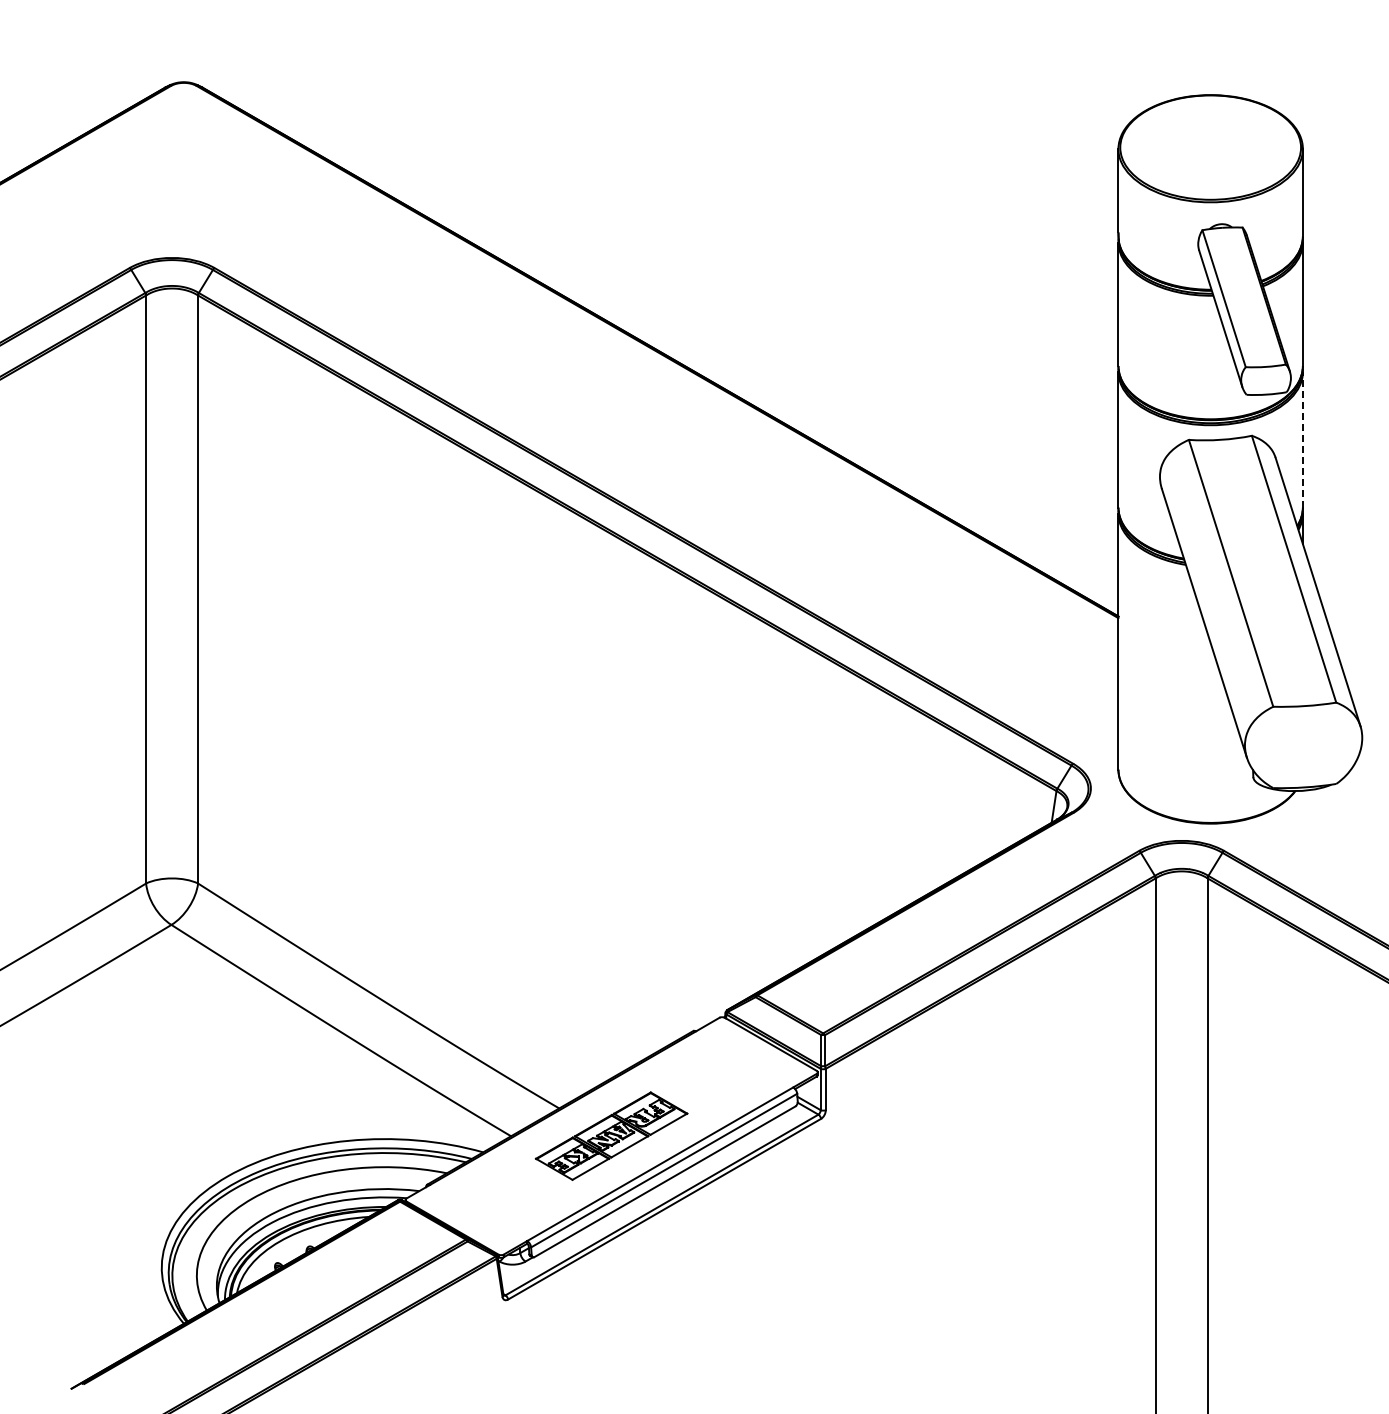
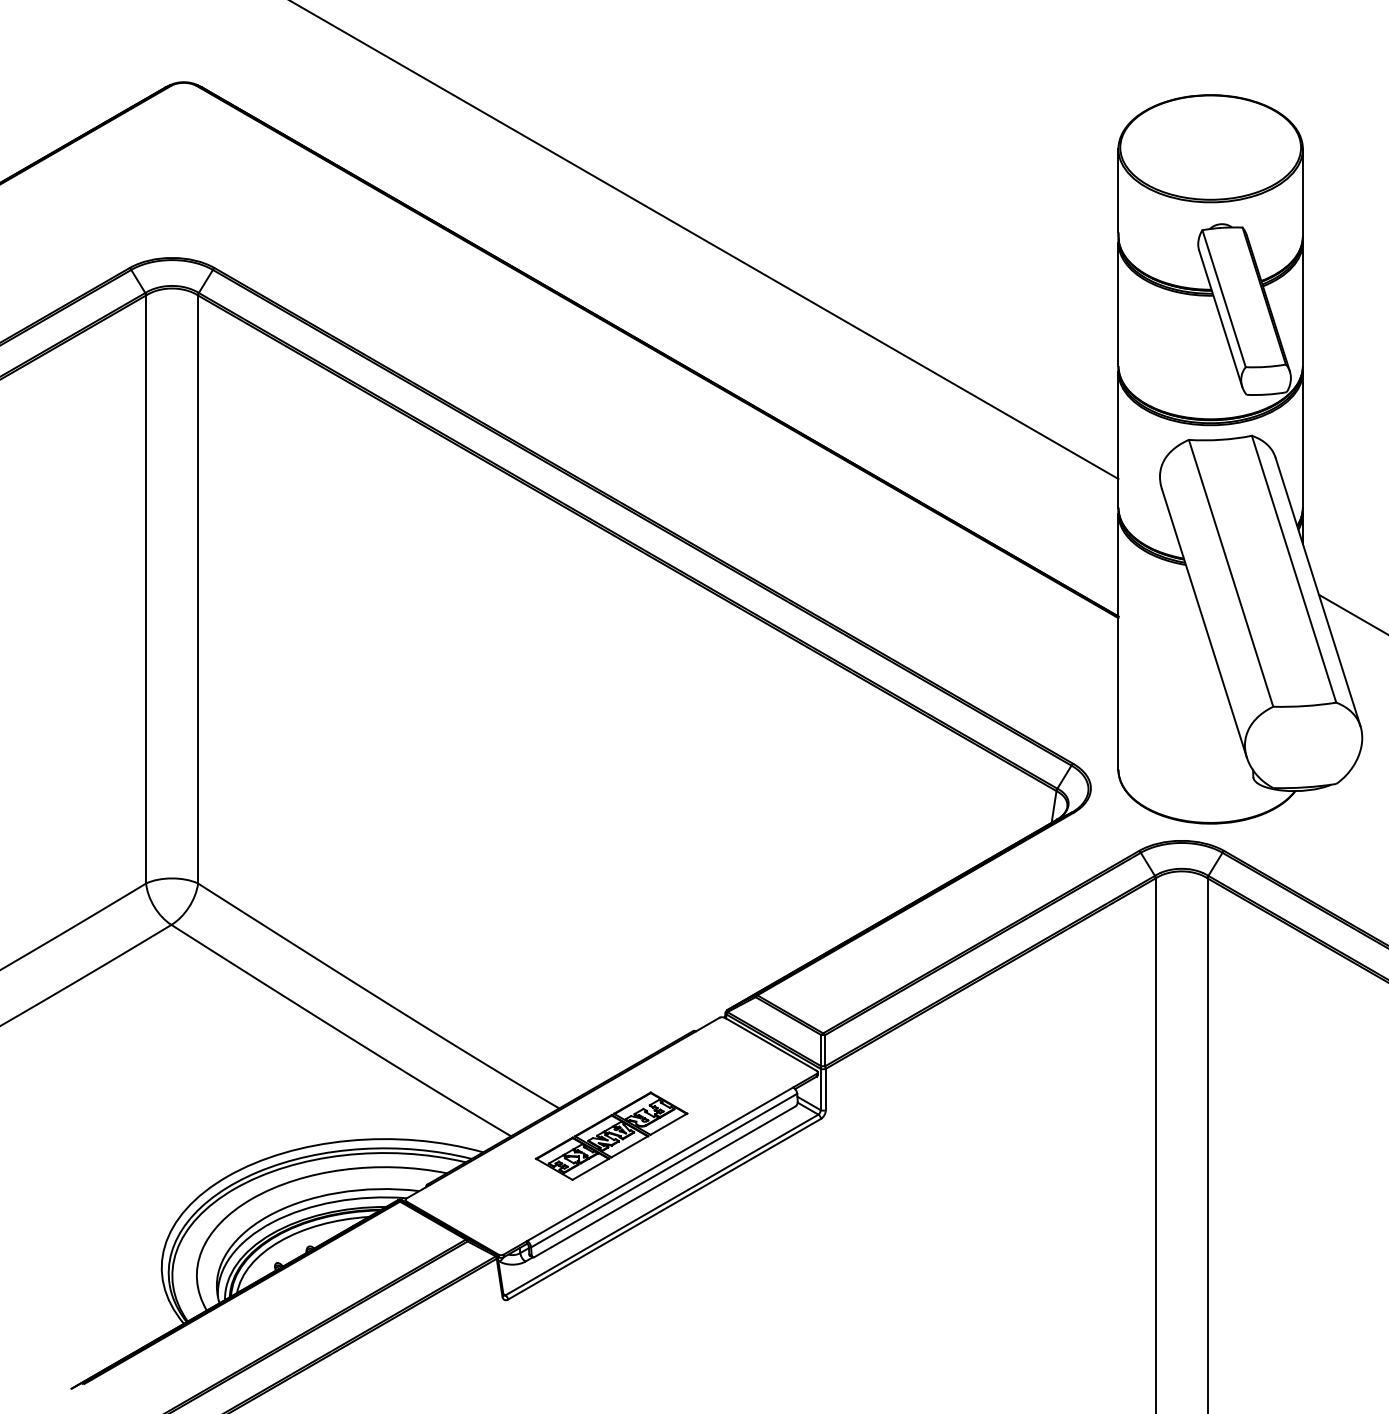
line at (705, 240): none -> present
line at (1302, 439): dashed -> solid
line at (1351, 613): none -> present
